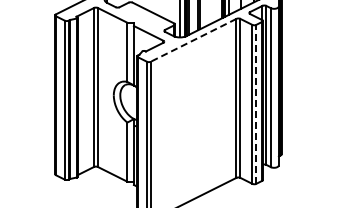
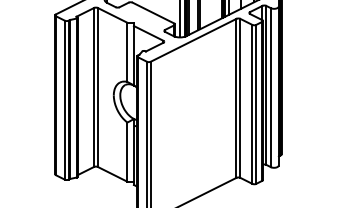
line at (193, 40): dashed -> solid
line at (256, 103): dashed -> solid
